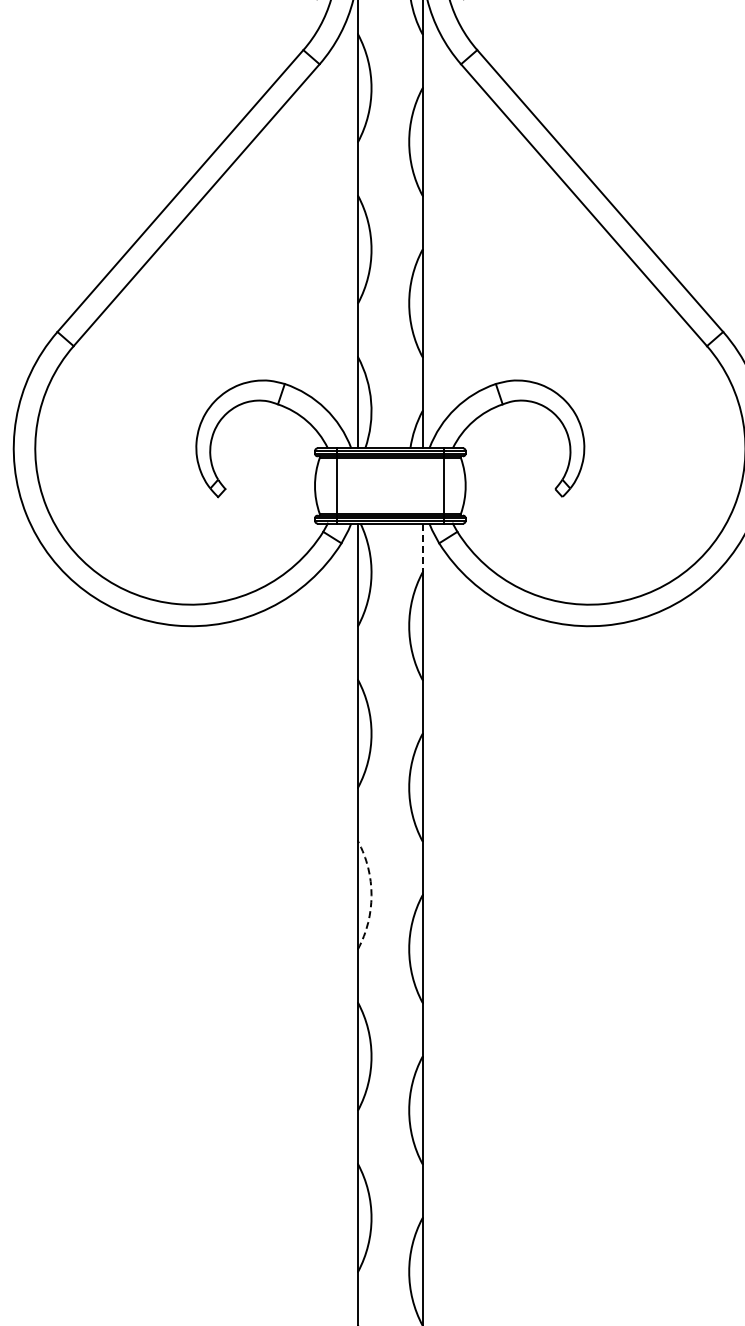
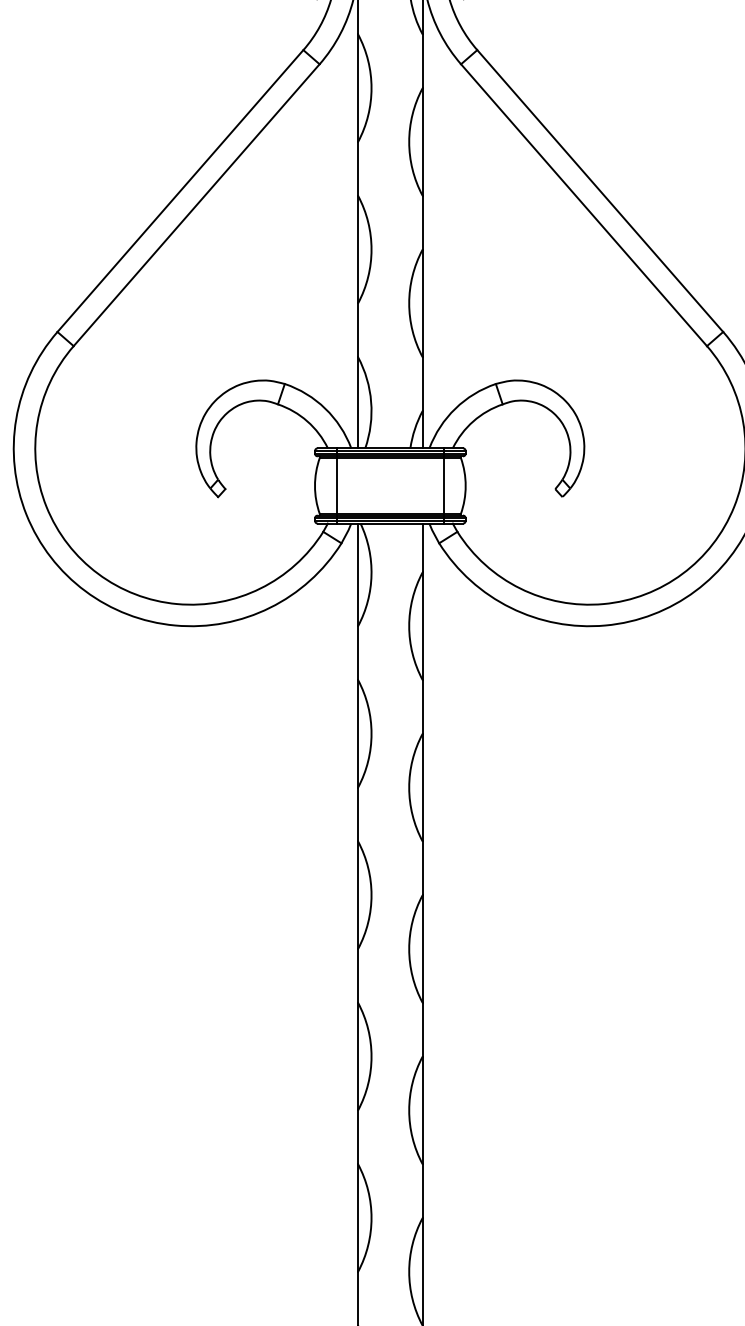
line at (422, 548): dashed -> solid
arc at (371, 895): dashed -> solid
